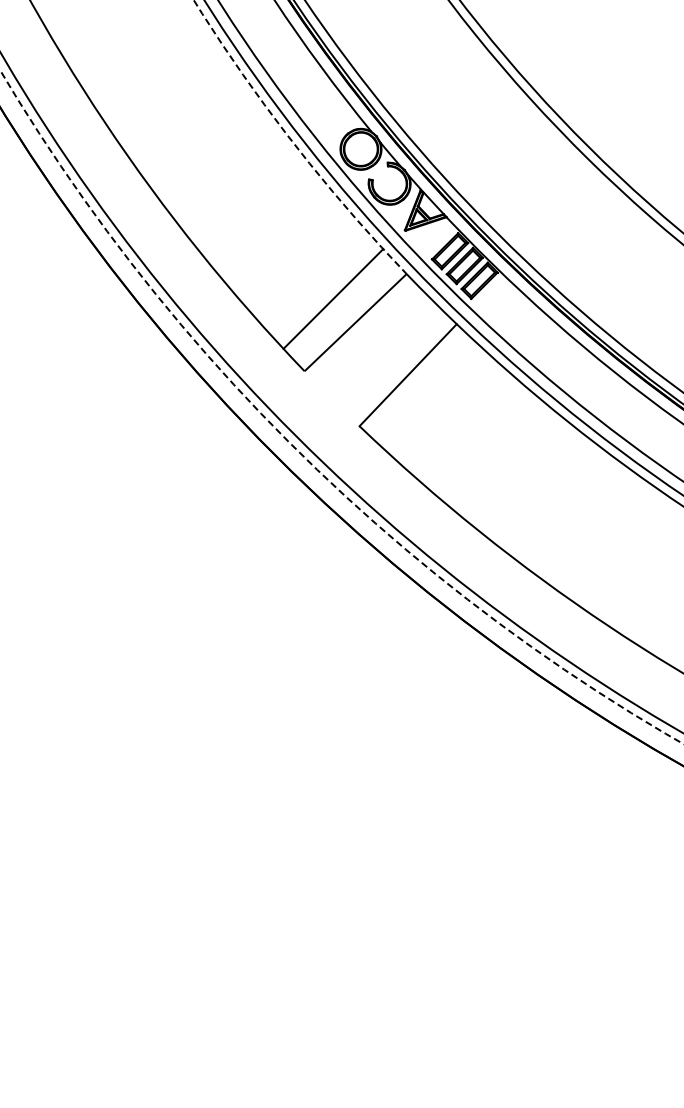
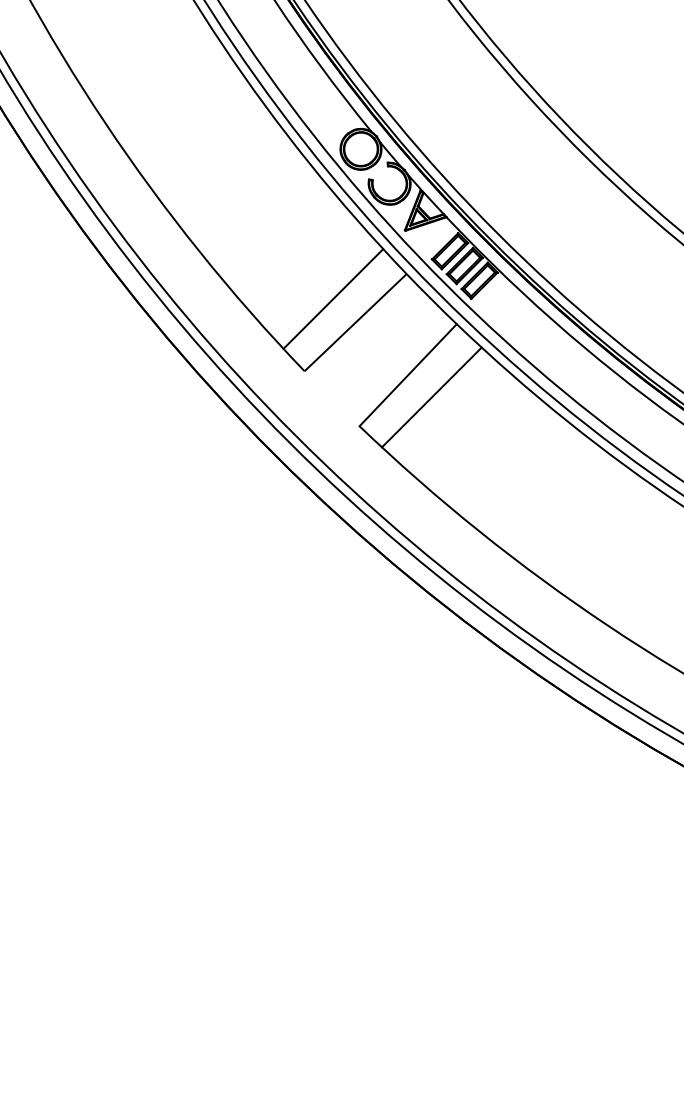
arc at (292, 142): dashed -> solid
line at (431, 397): none -> present
arc at (298, 451): dashed -> solid
